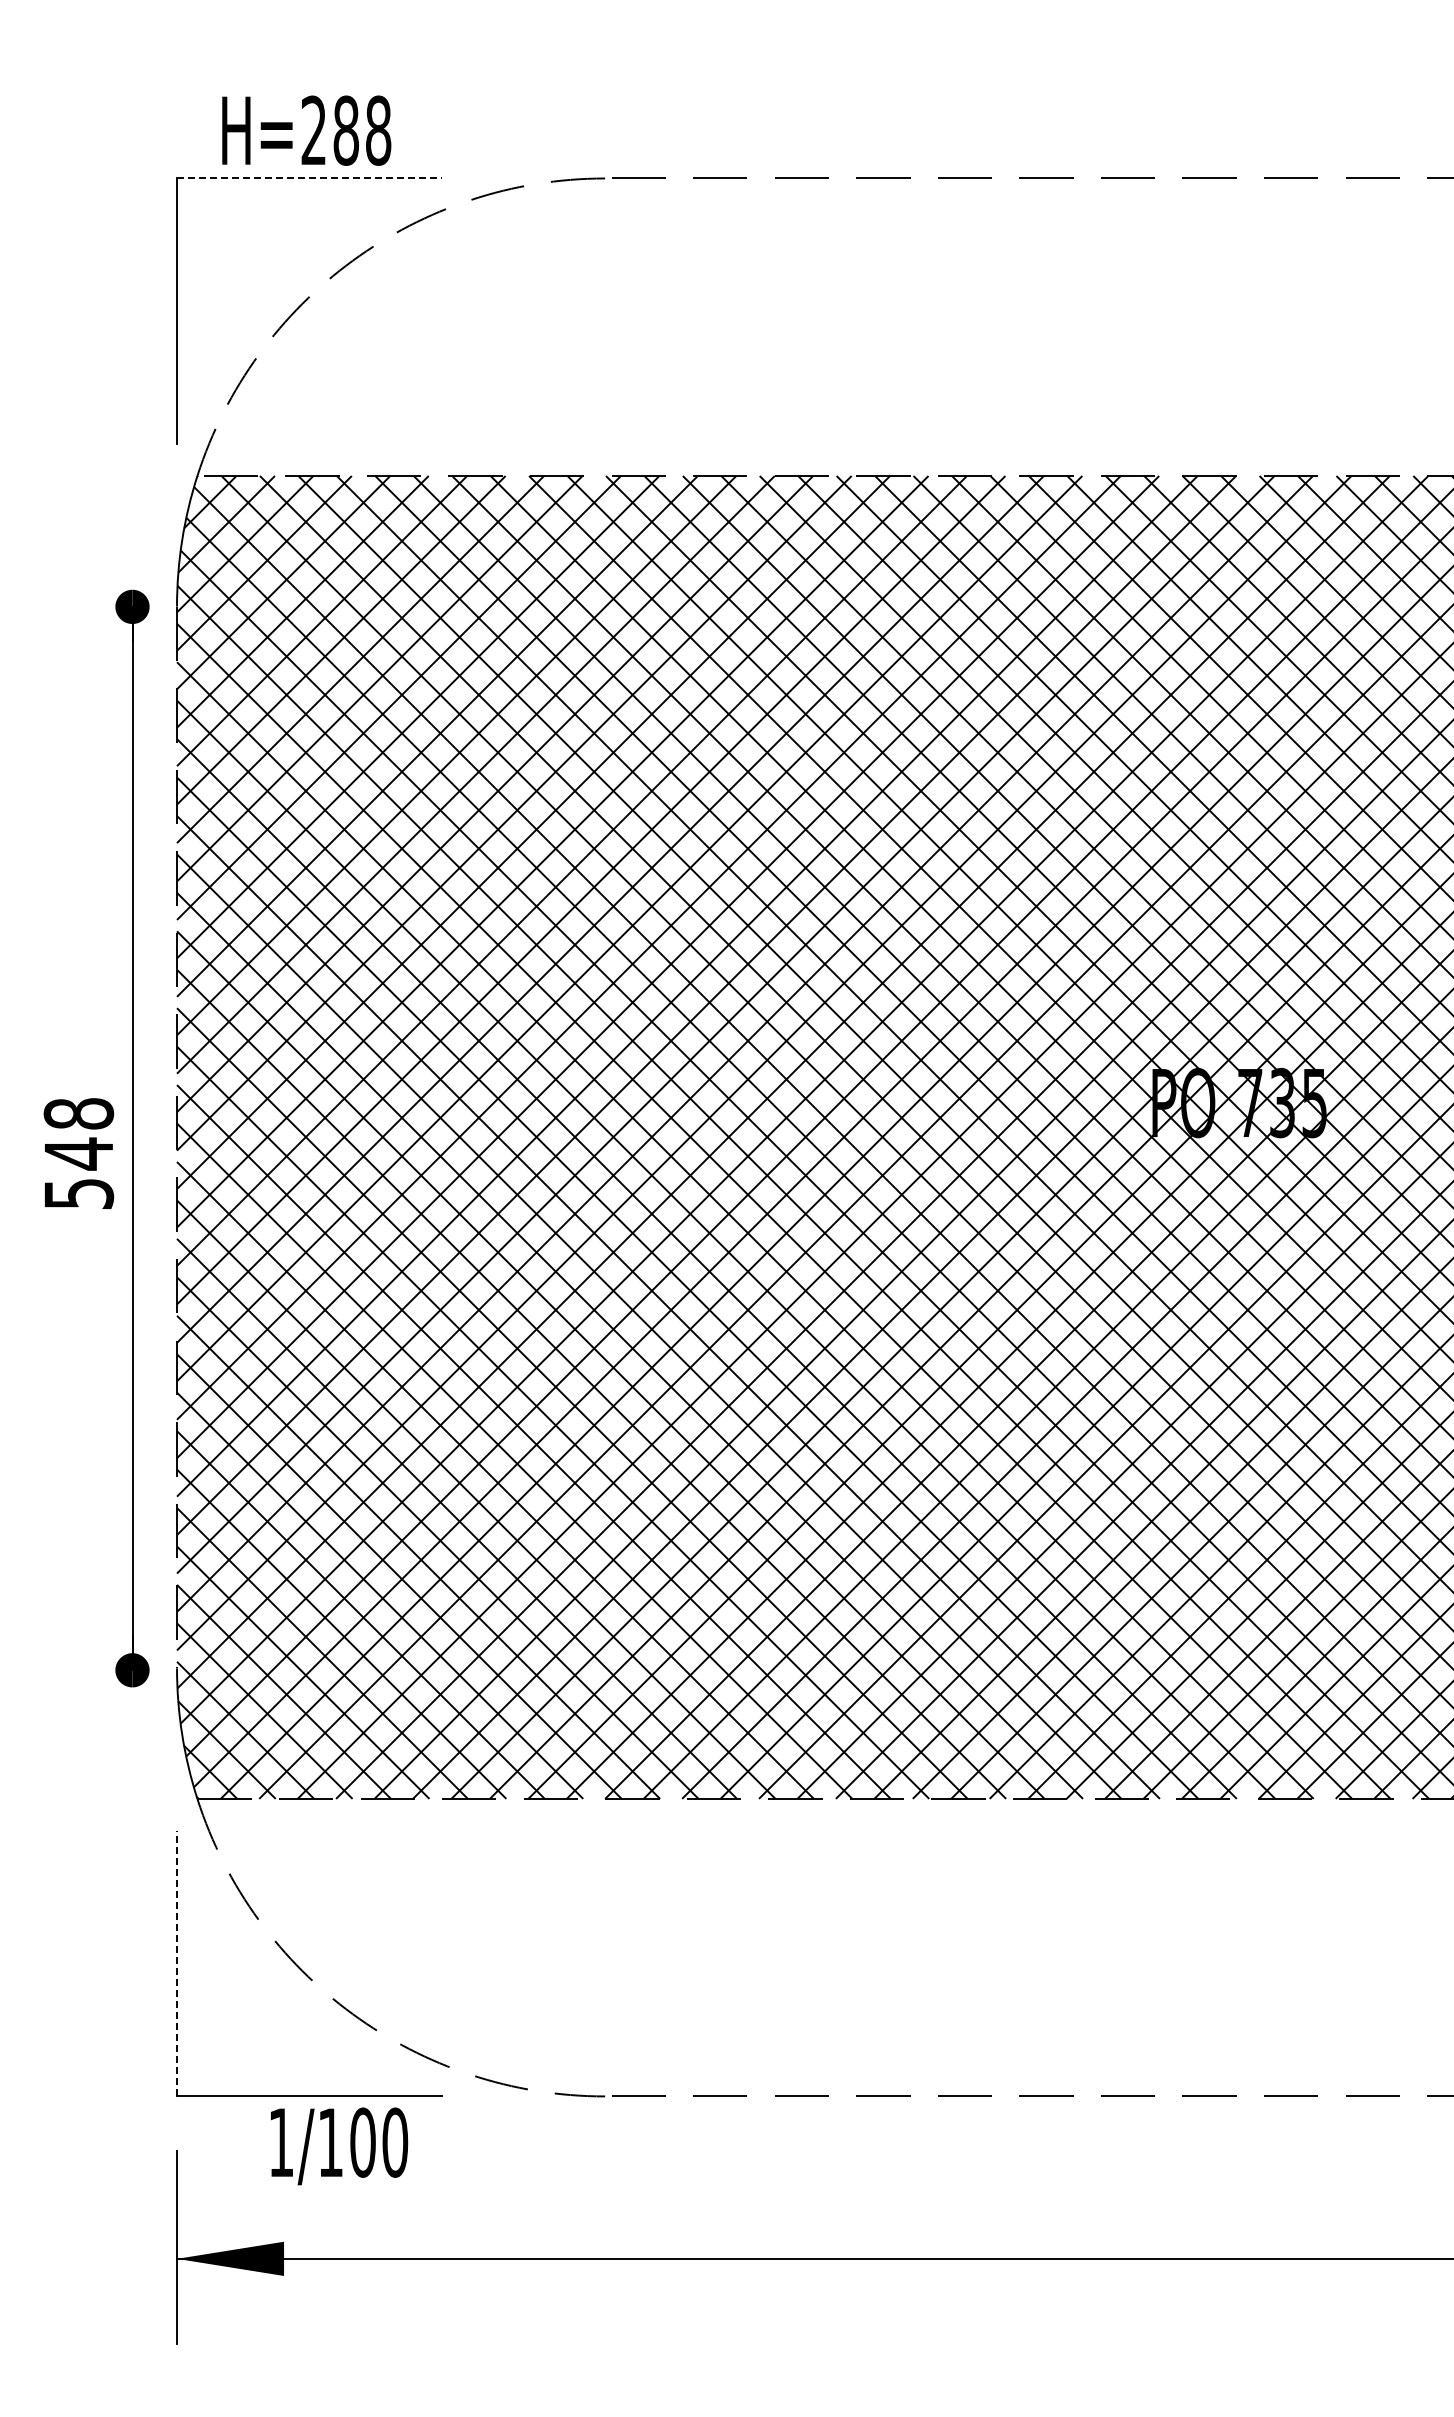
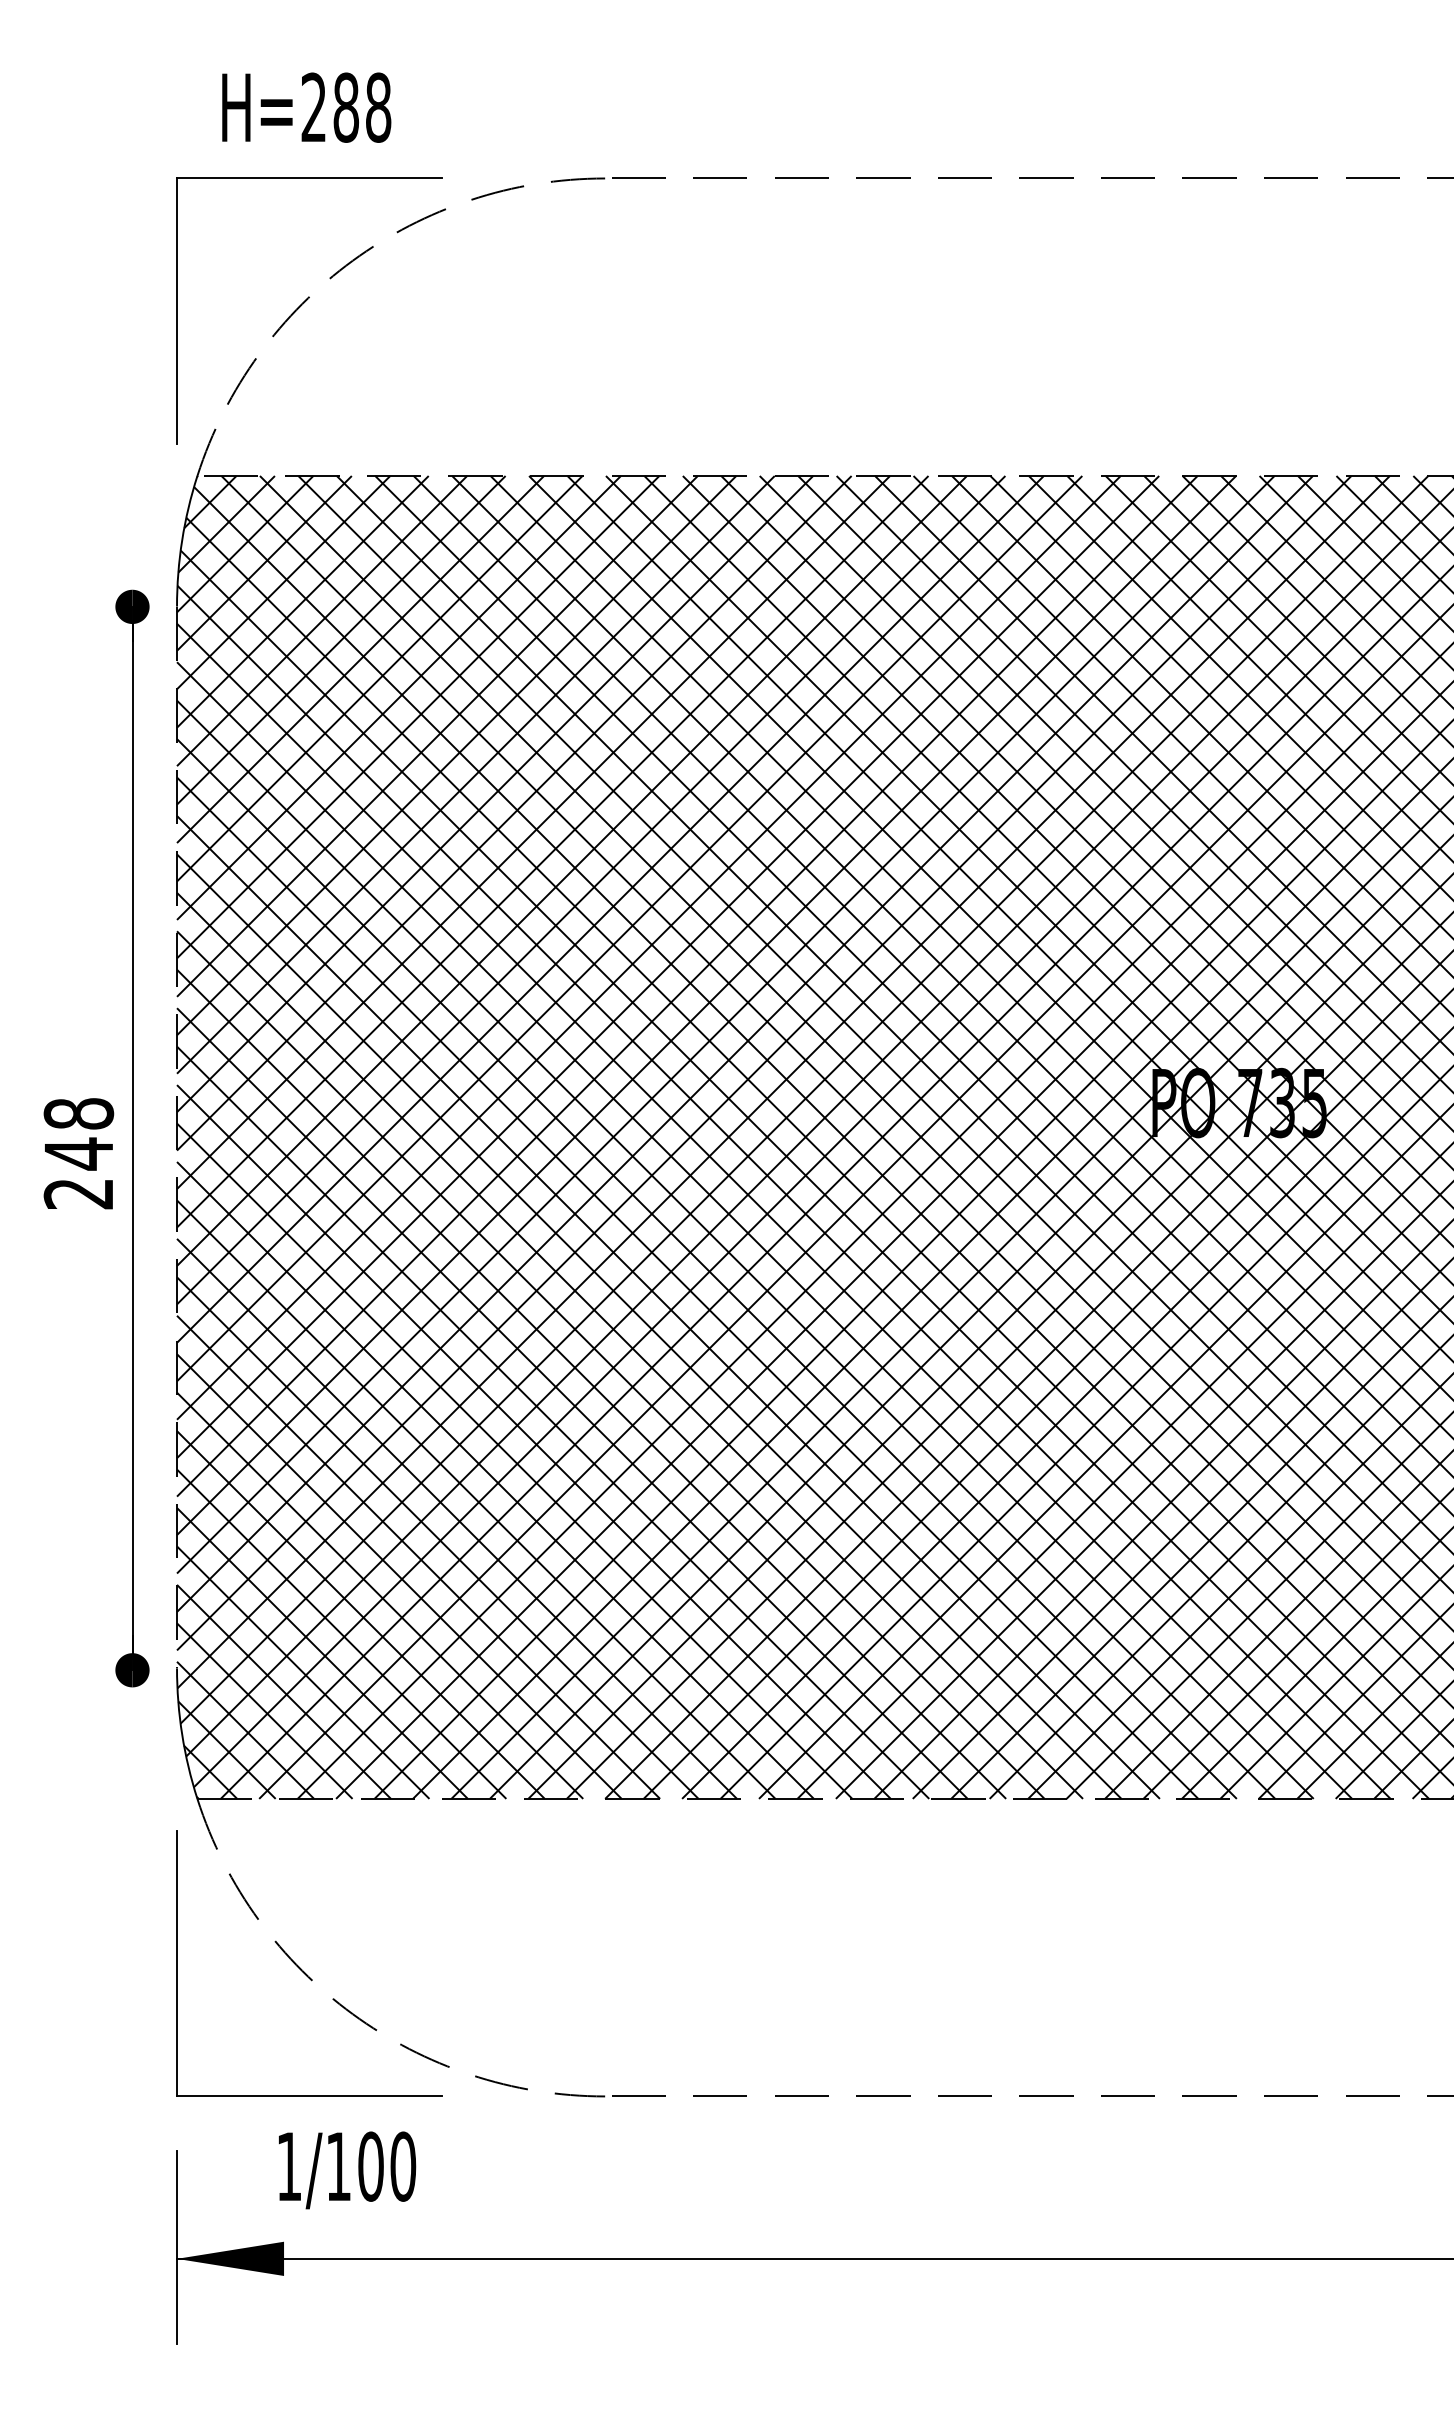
text at (306, 130) position: (306, 130) -> (306, 107)
line at (309, 178): dashed -> solid
text at (78, 1194): 548 -> 248
line at (177, 1963): dashed -> solid
text at (339, 2146) position: (339, 2146) -> (347, 2170)
